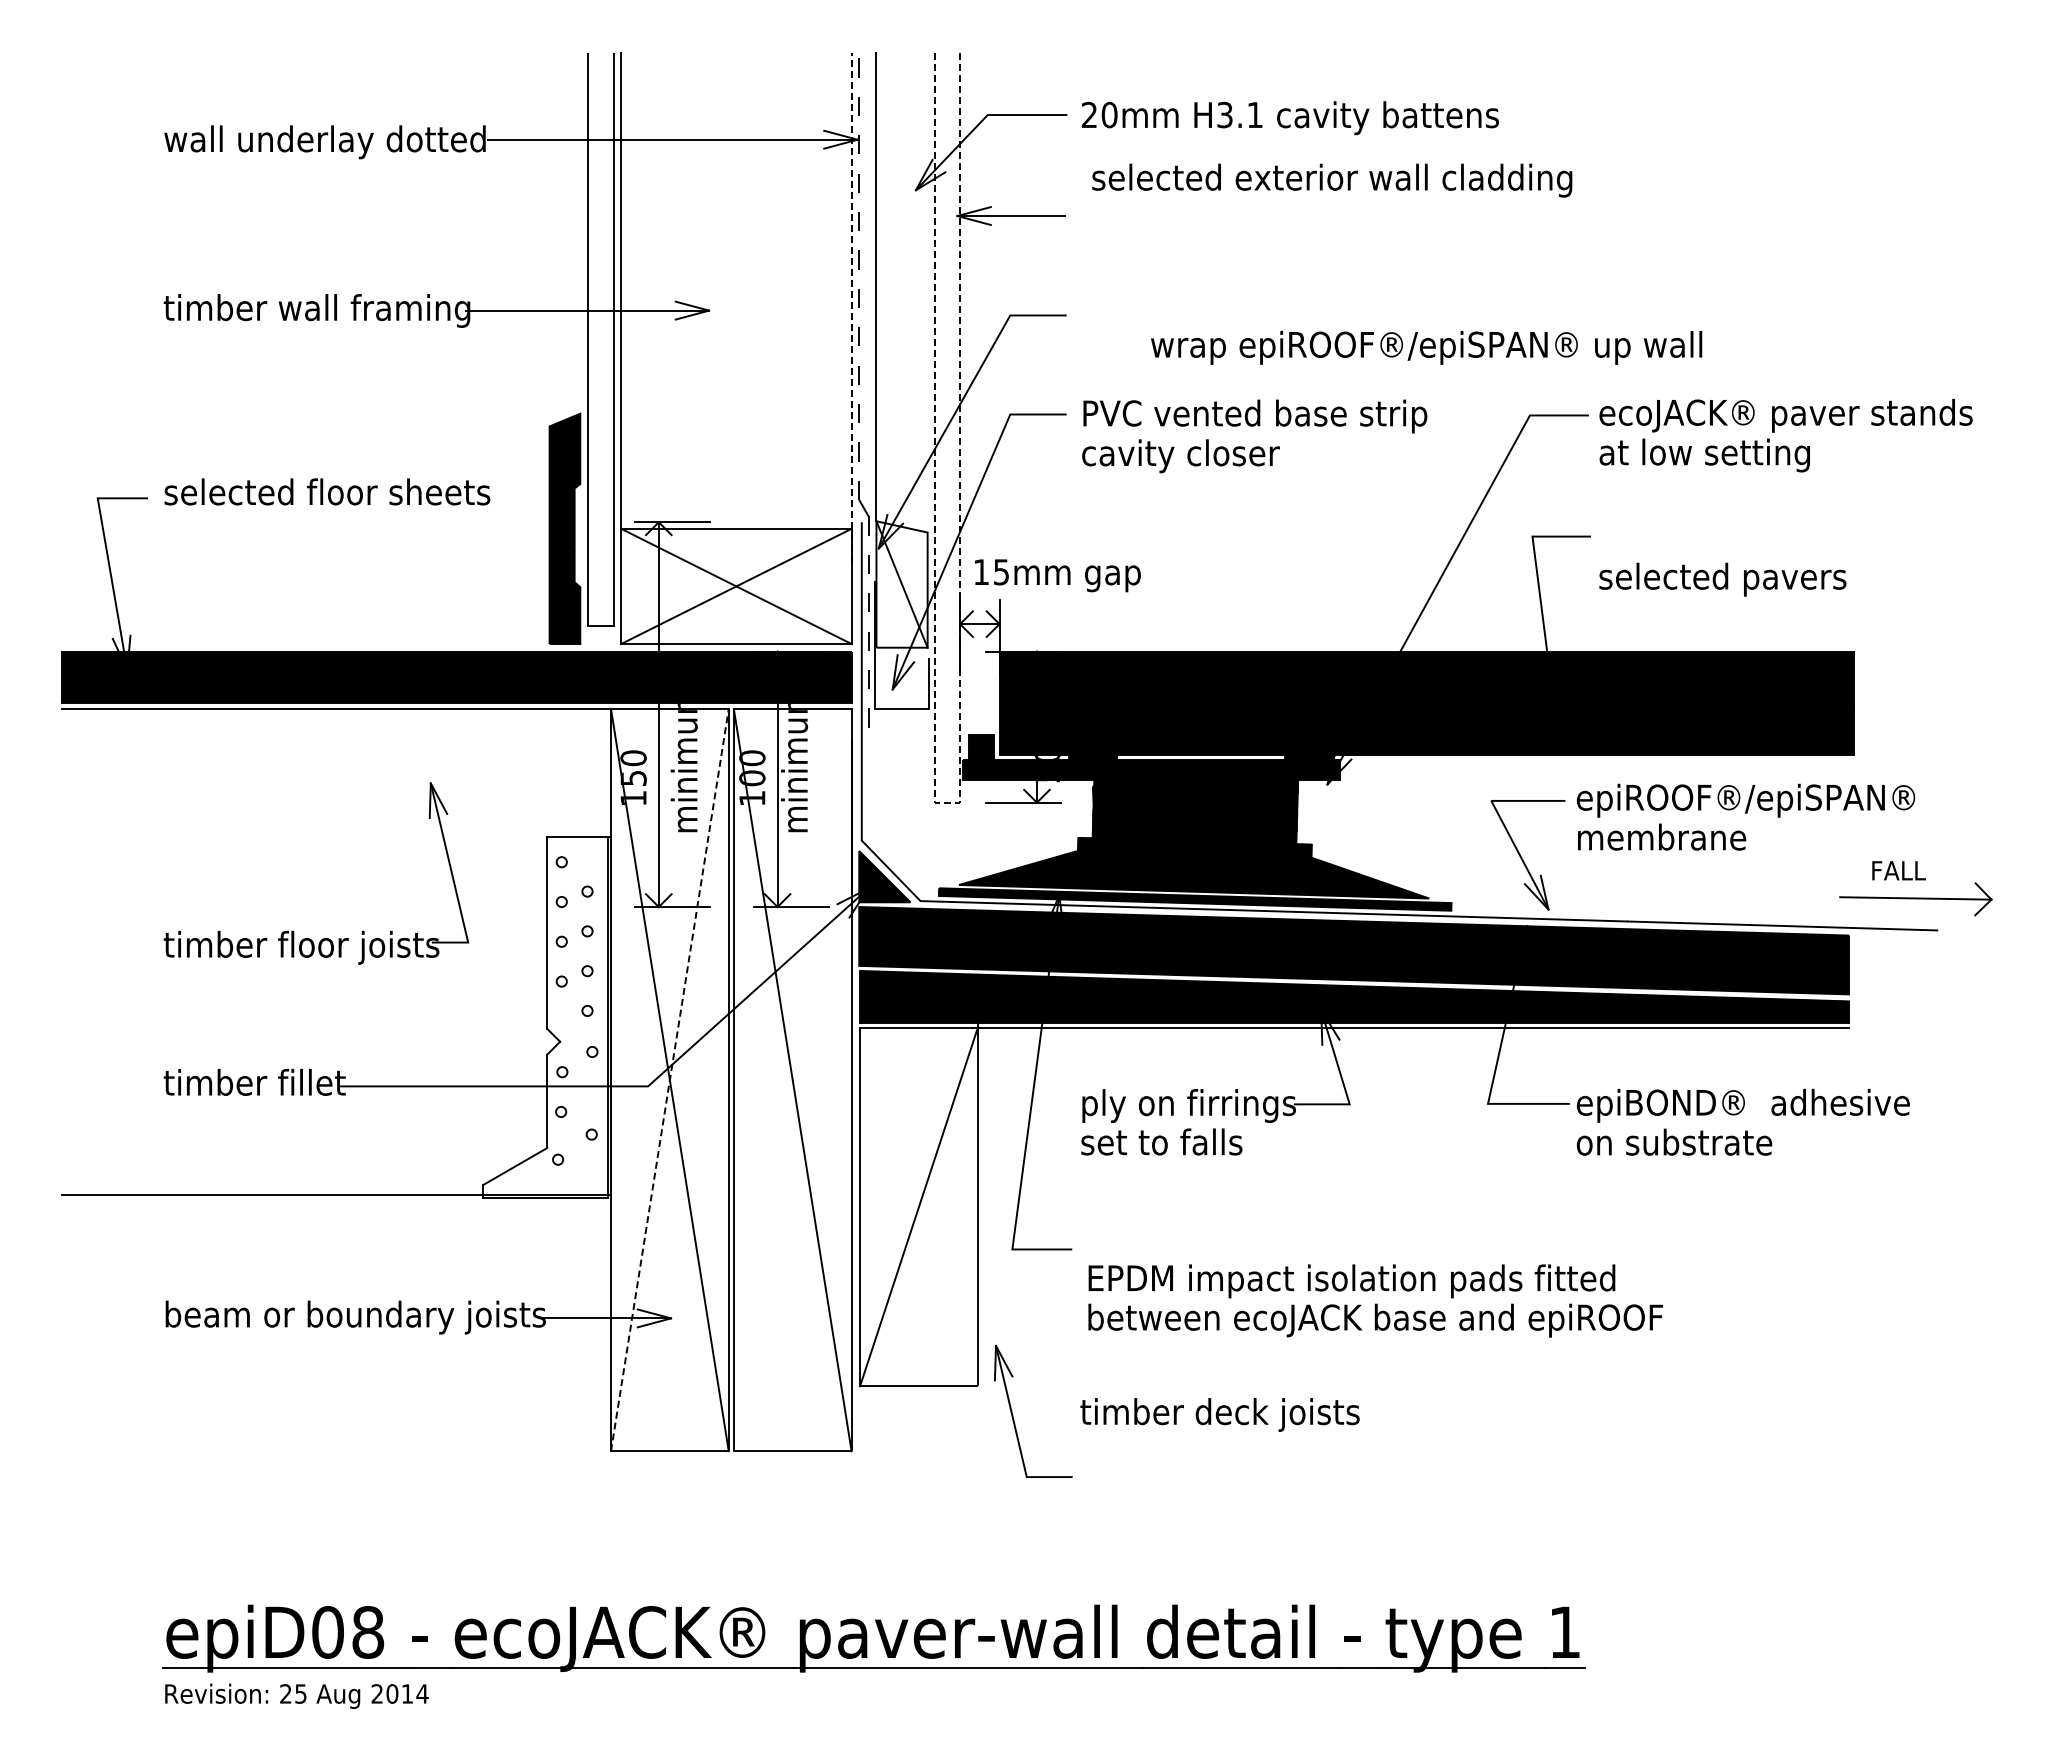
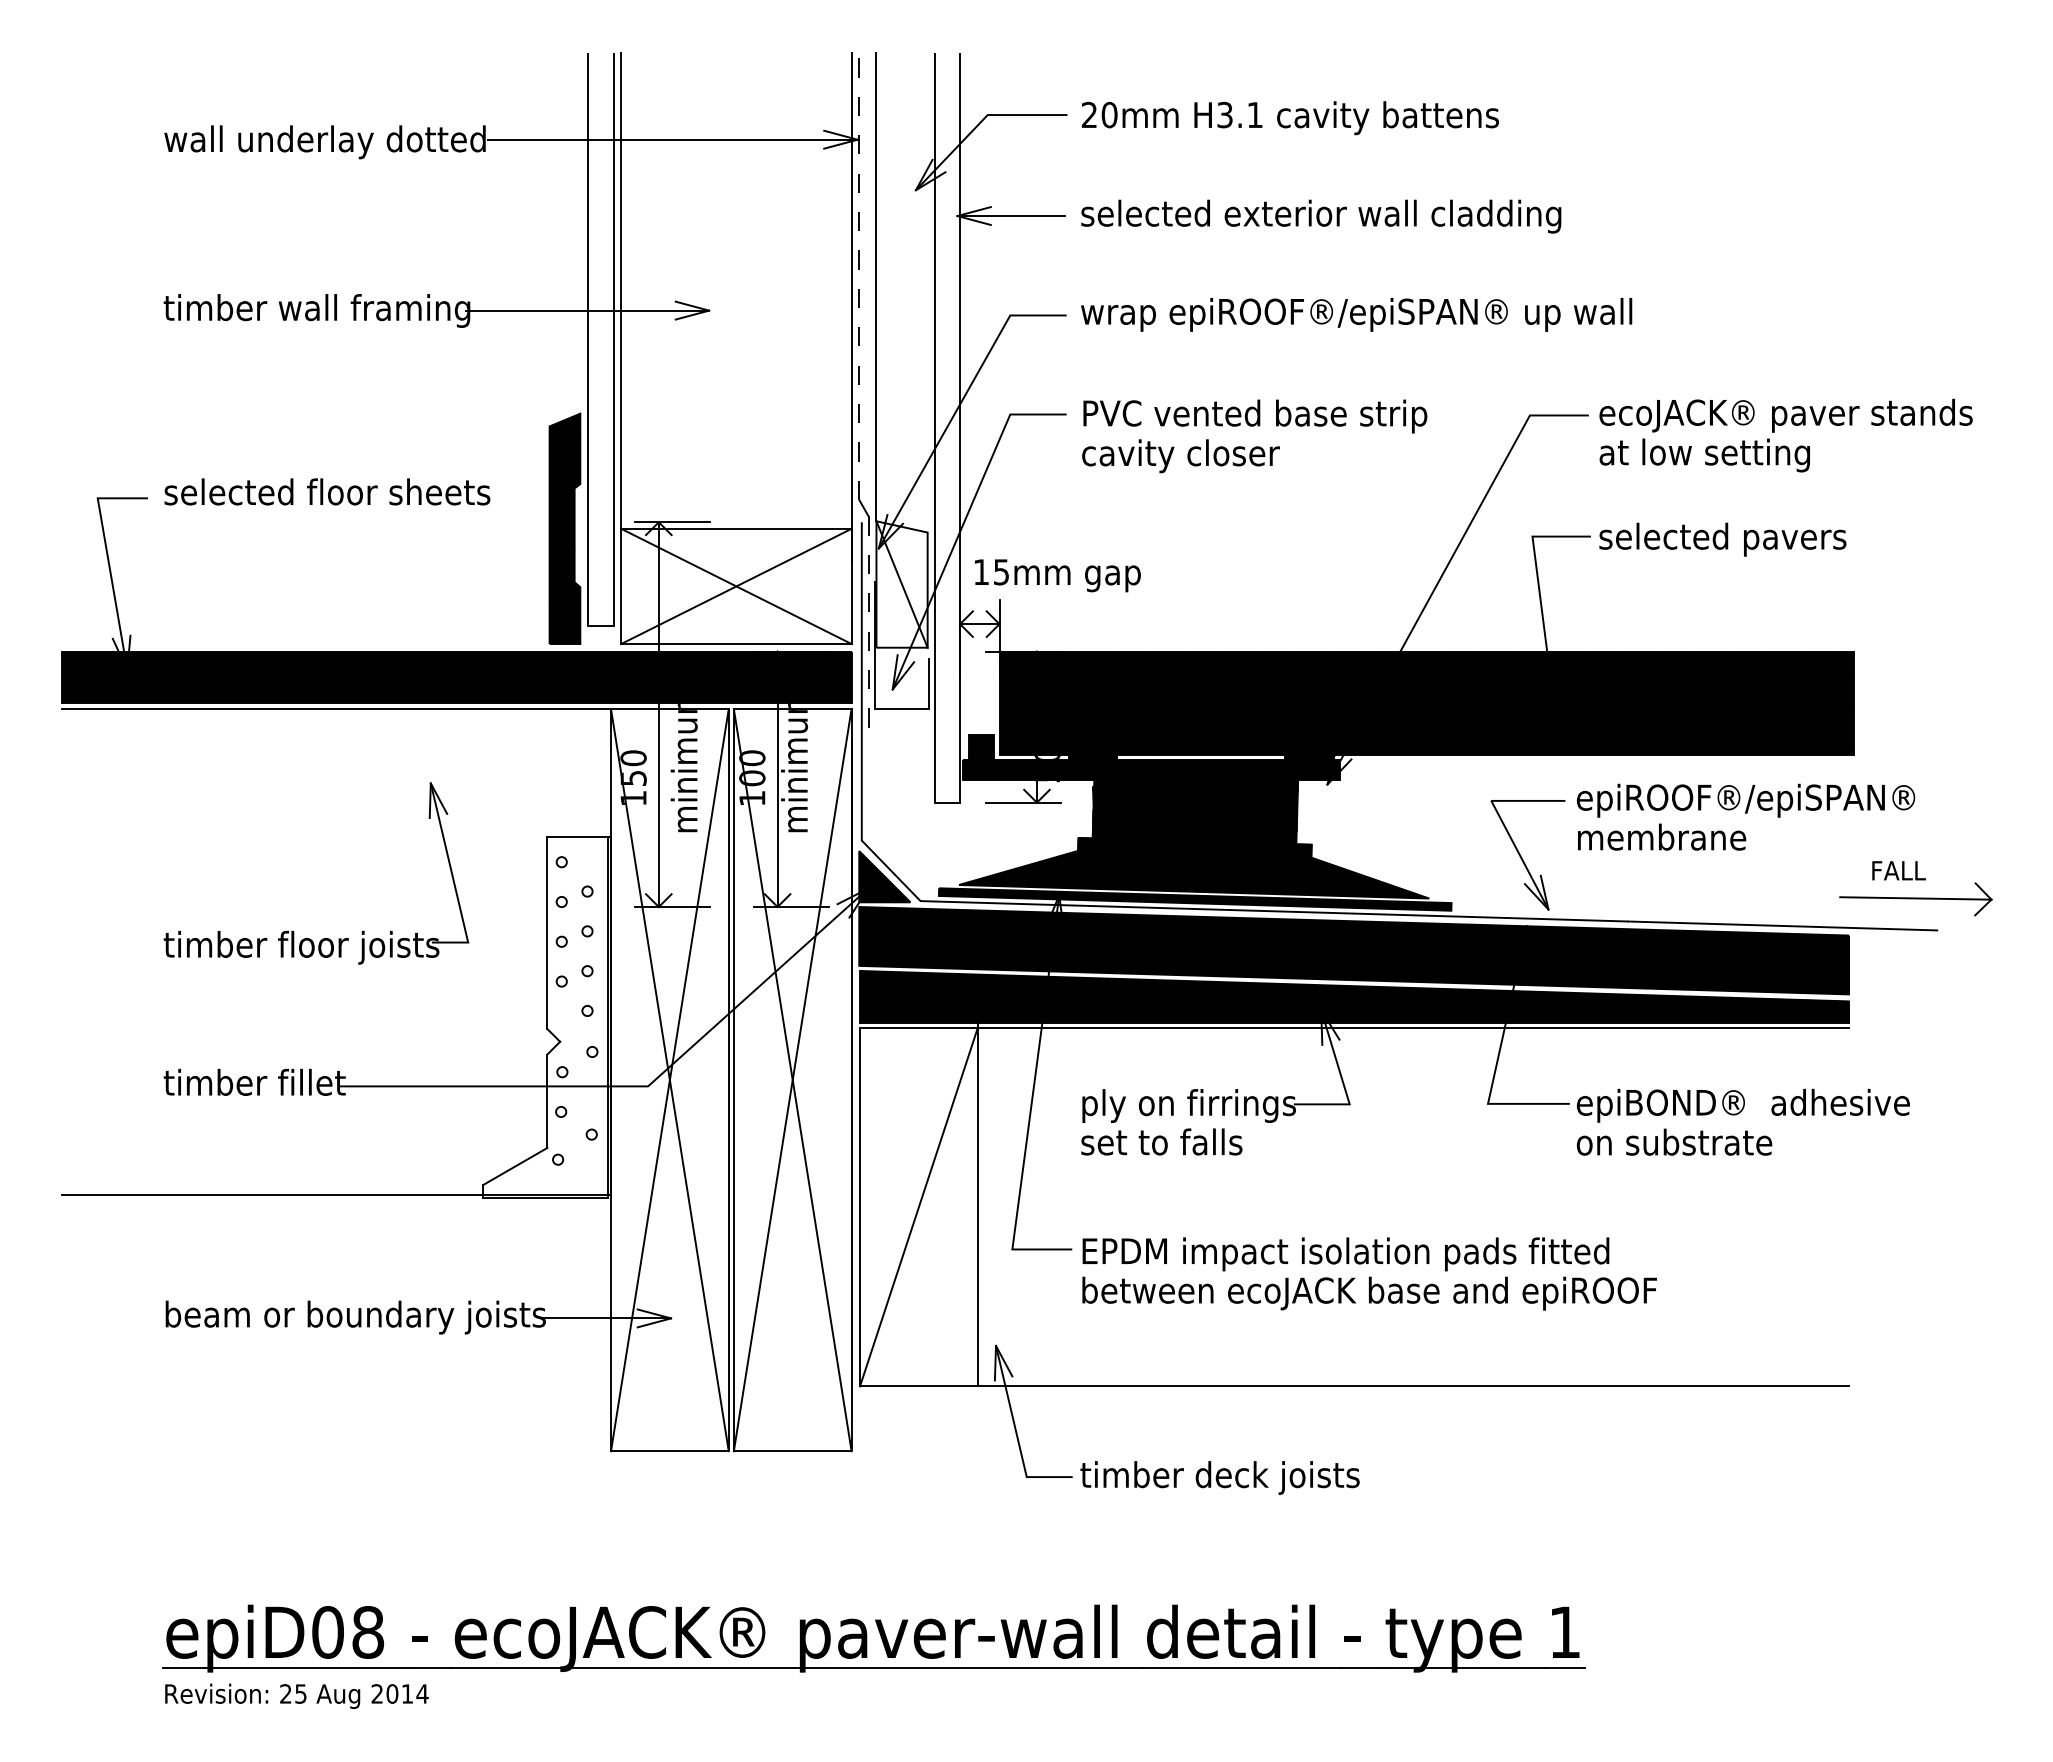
text at (1332, 180) position: (1332, 180) -> (1321, 216)
line at (851, 307): dashed -> solid
text at (1426, 347) position: (1426, 347) -> (1356, 314)
text at (1722, 579) position: (1722, 579) -> (1722, 539)
line at (947, 802): dashed -> solid
line at (669, 1080): dashed -> solid
line at (792, 1080): none -> present
text at (1375, 1300) position: (1375, 1300) -> (1369, 1273)
line at (1413, 1386): none -> present
text at (1219, 1414) position: (1219, 1414) -> (1219, 1477)
